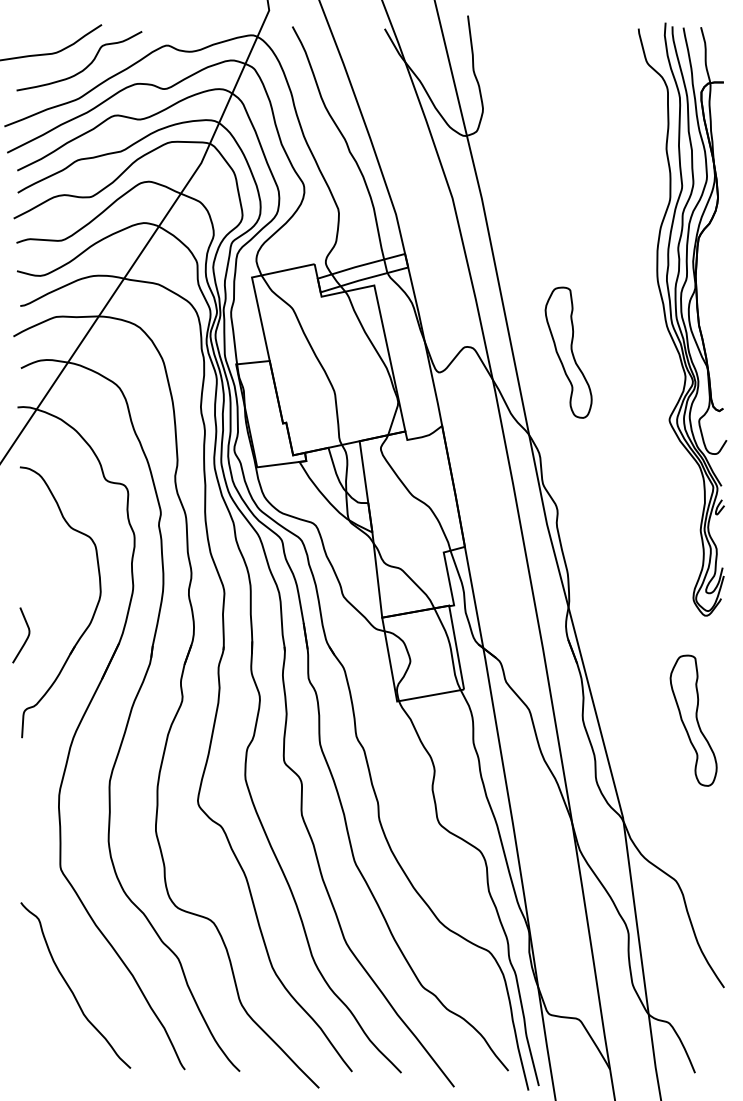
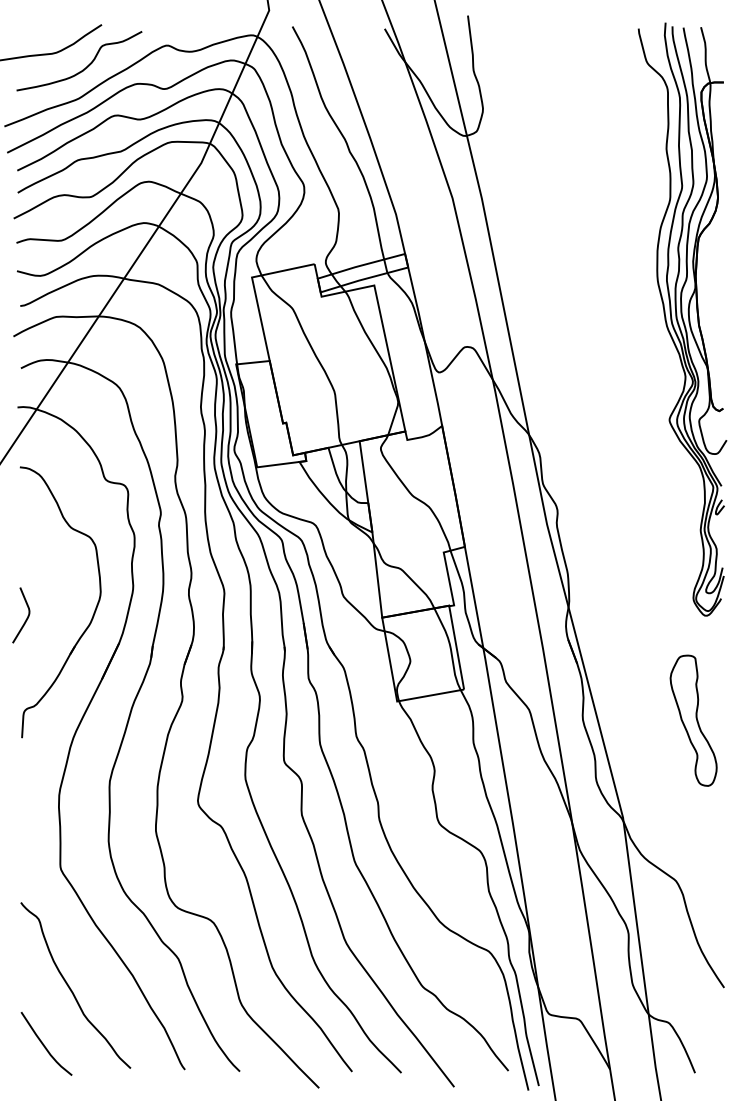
part at (568, 352): present -> none
curve at (25, 639) position: (25, 639) -> (25, 619)
curve at (44, 1044): none -> present
